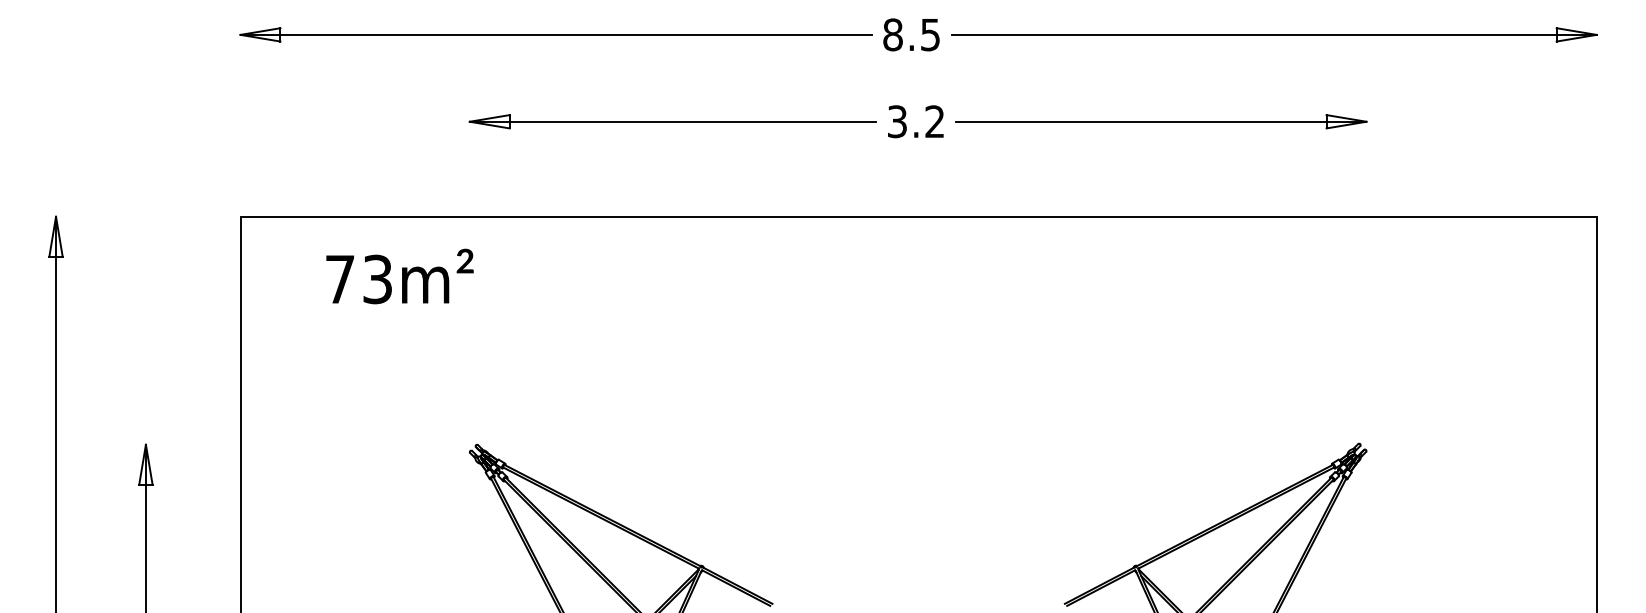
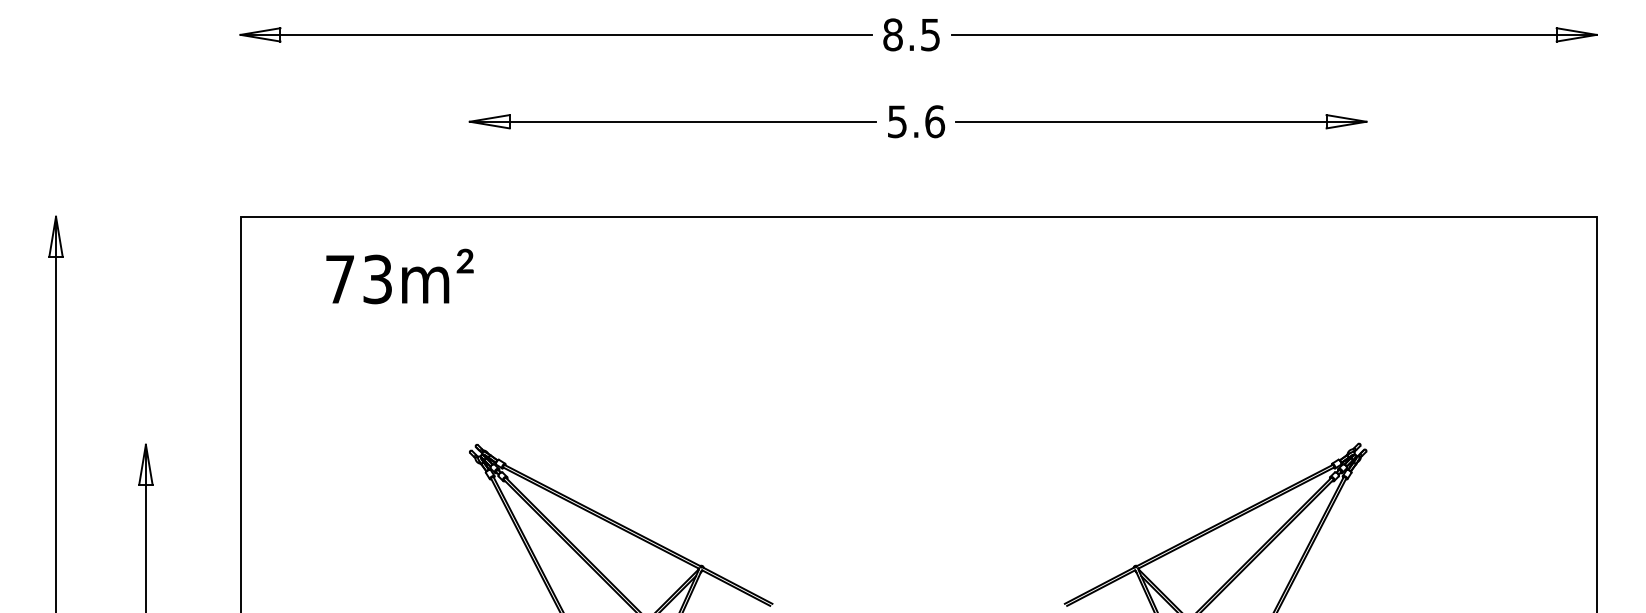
text at (916, 121): 3.2 -> 5.6
